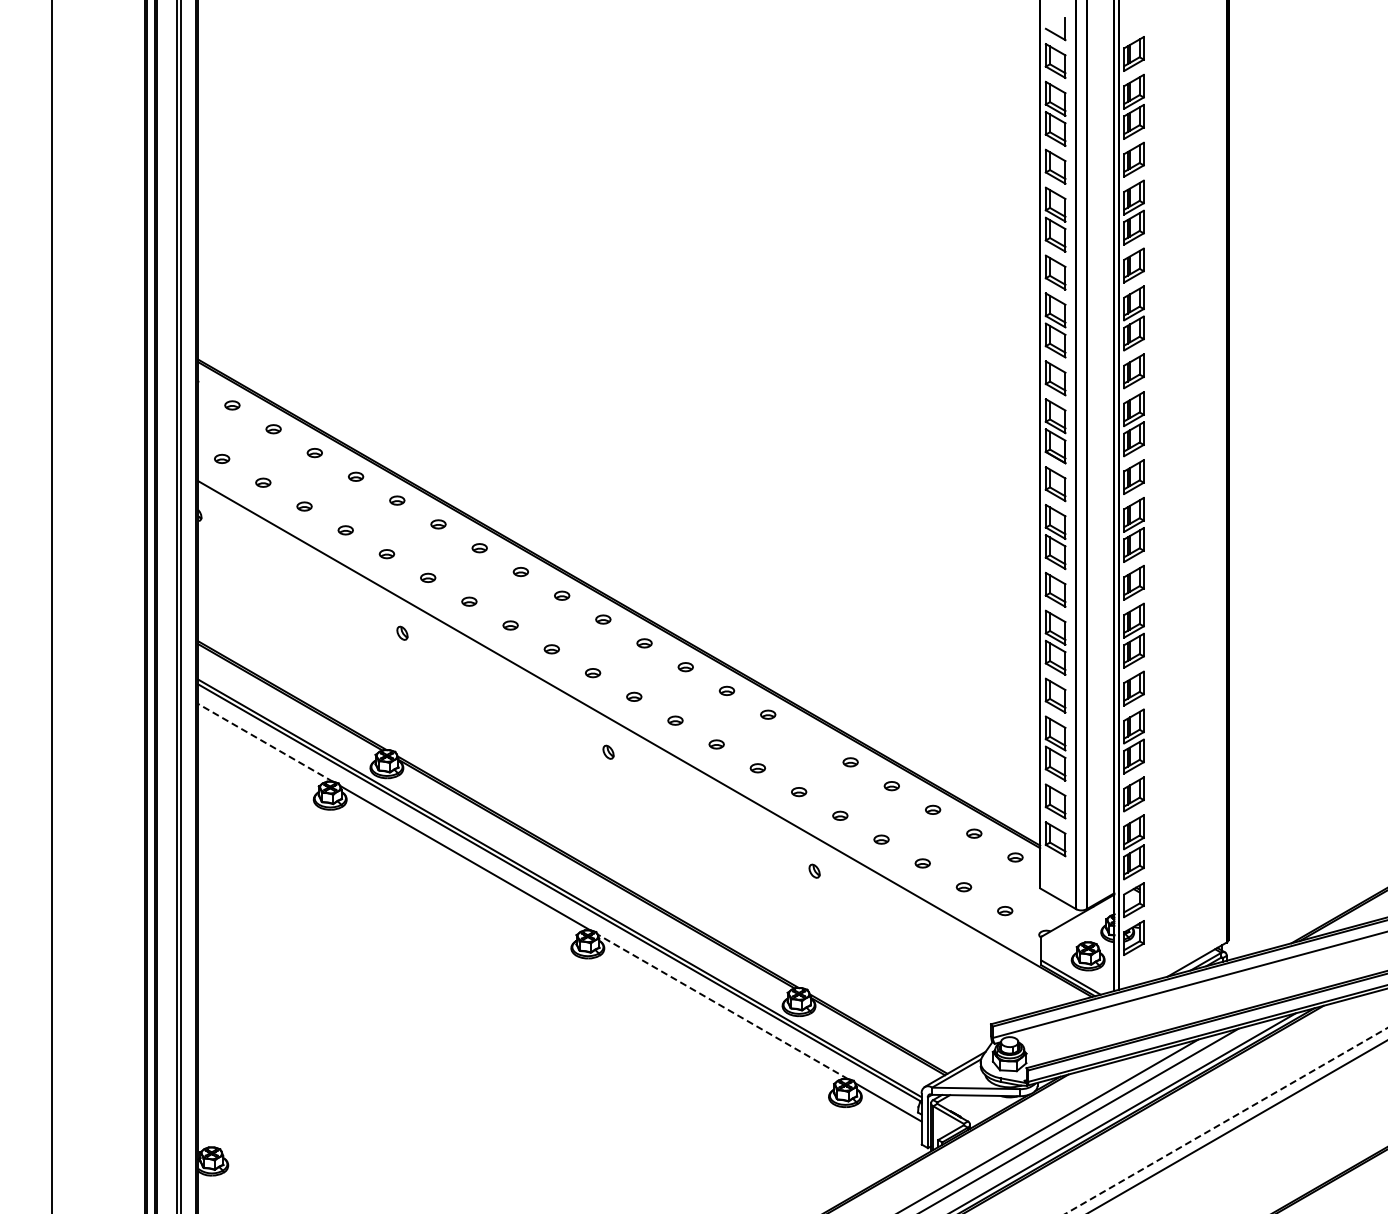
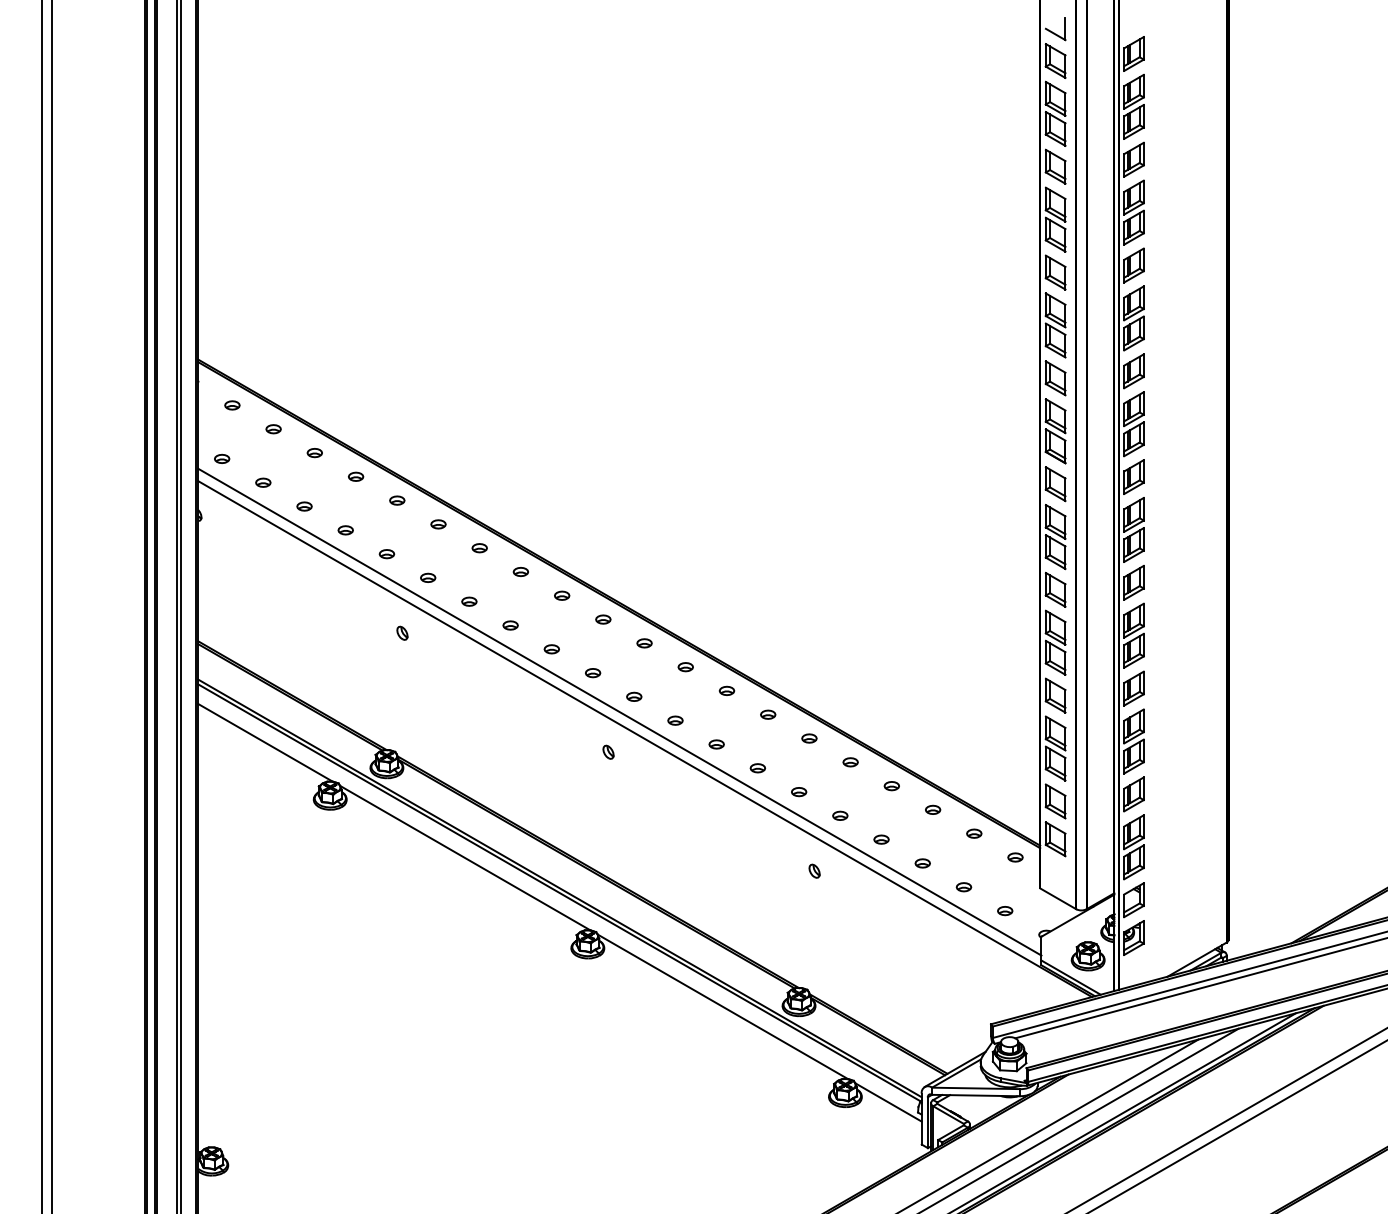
line at (41, 606): none -> present
line at (619, 711): none -> present
part at (809, 738): none -> present
line at (265, 742): dashed -> solid
line at (1199, 988): none -> present
line at (722, 1006): dashed -> solid
line at (1226, 1120): dashed -> solid
